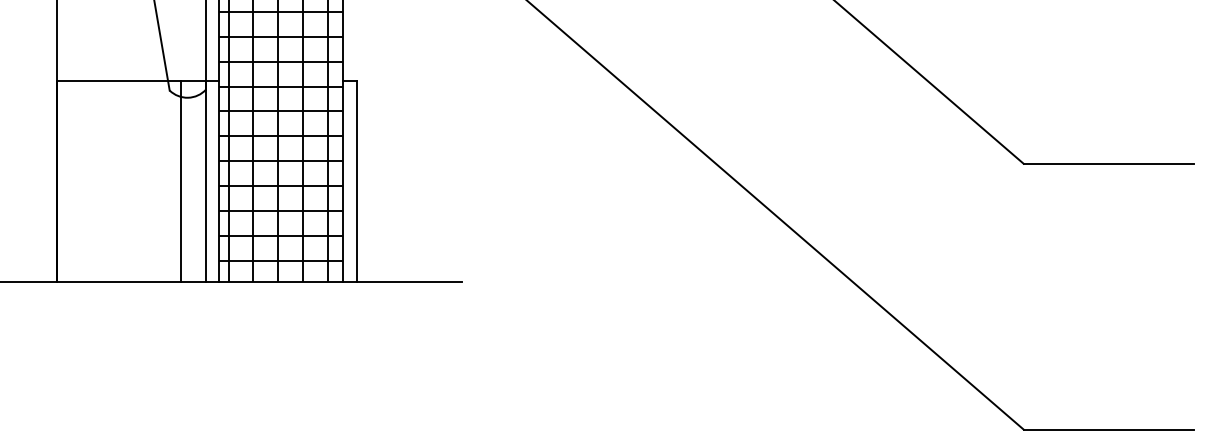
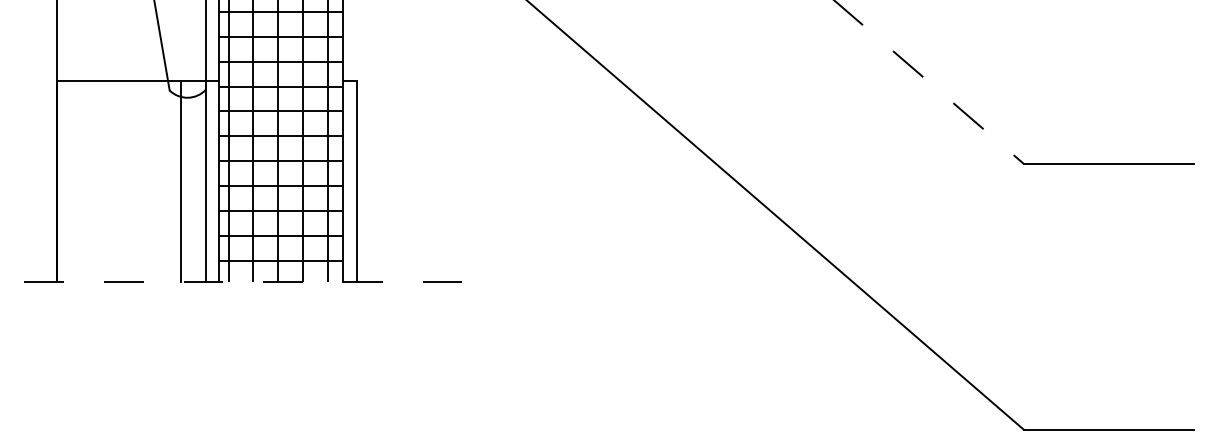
line at (929, 82): solid -> dashed
line at (230, 282): solid -> dashed
